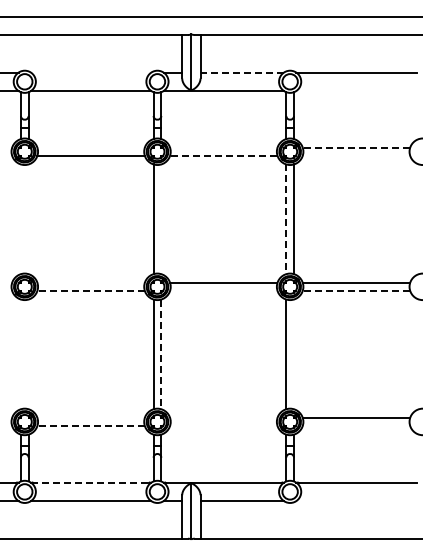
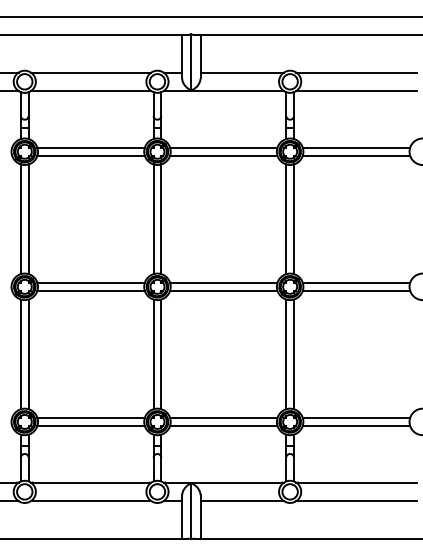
line at (91, 72): none -> present
line at (242, 72): dashed -> solid
line at (356, 90): none -> present
line at (90, 147): none -> present
line at (223, 147): none -> present
line at (356, 147): dashed -> solid
line at (223, 155): dashed -> solid
line at (356, 155): none -> present
line at (20, 219): none -> present
line at (28, 219): none -> present
line at (161, 219): none -> present
line at (286, 219): dashed -> solid
line at (90, 282): none -> present
line at (91, 290): dashed -> solid
line at (223, 290): none -> present
line at (356, 290): dashed -> solid
line at (20, 354): none -> present
line at (28, 354): none -> present
line at (161, 354): dashed -> solid
line at (294, 354): none -> present
line at (90, 418): none -> present
line at (223, 418): none -> present
line at (91, 425): dashed -> solid
line at (223, 425): none -> present
line at (356, 425): none -> present
line at (91, 482): dashed -> solid
line at (356, 501): none -> present
